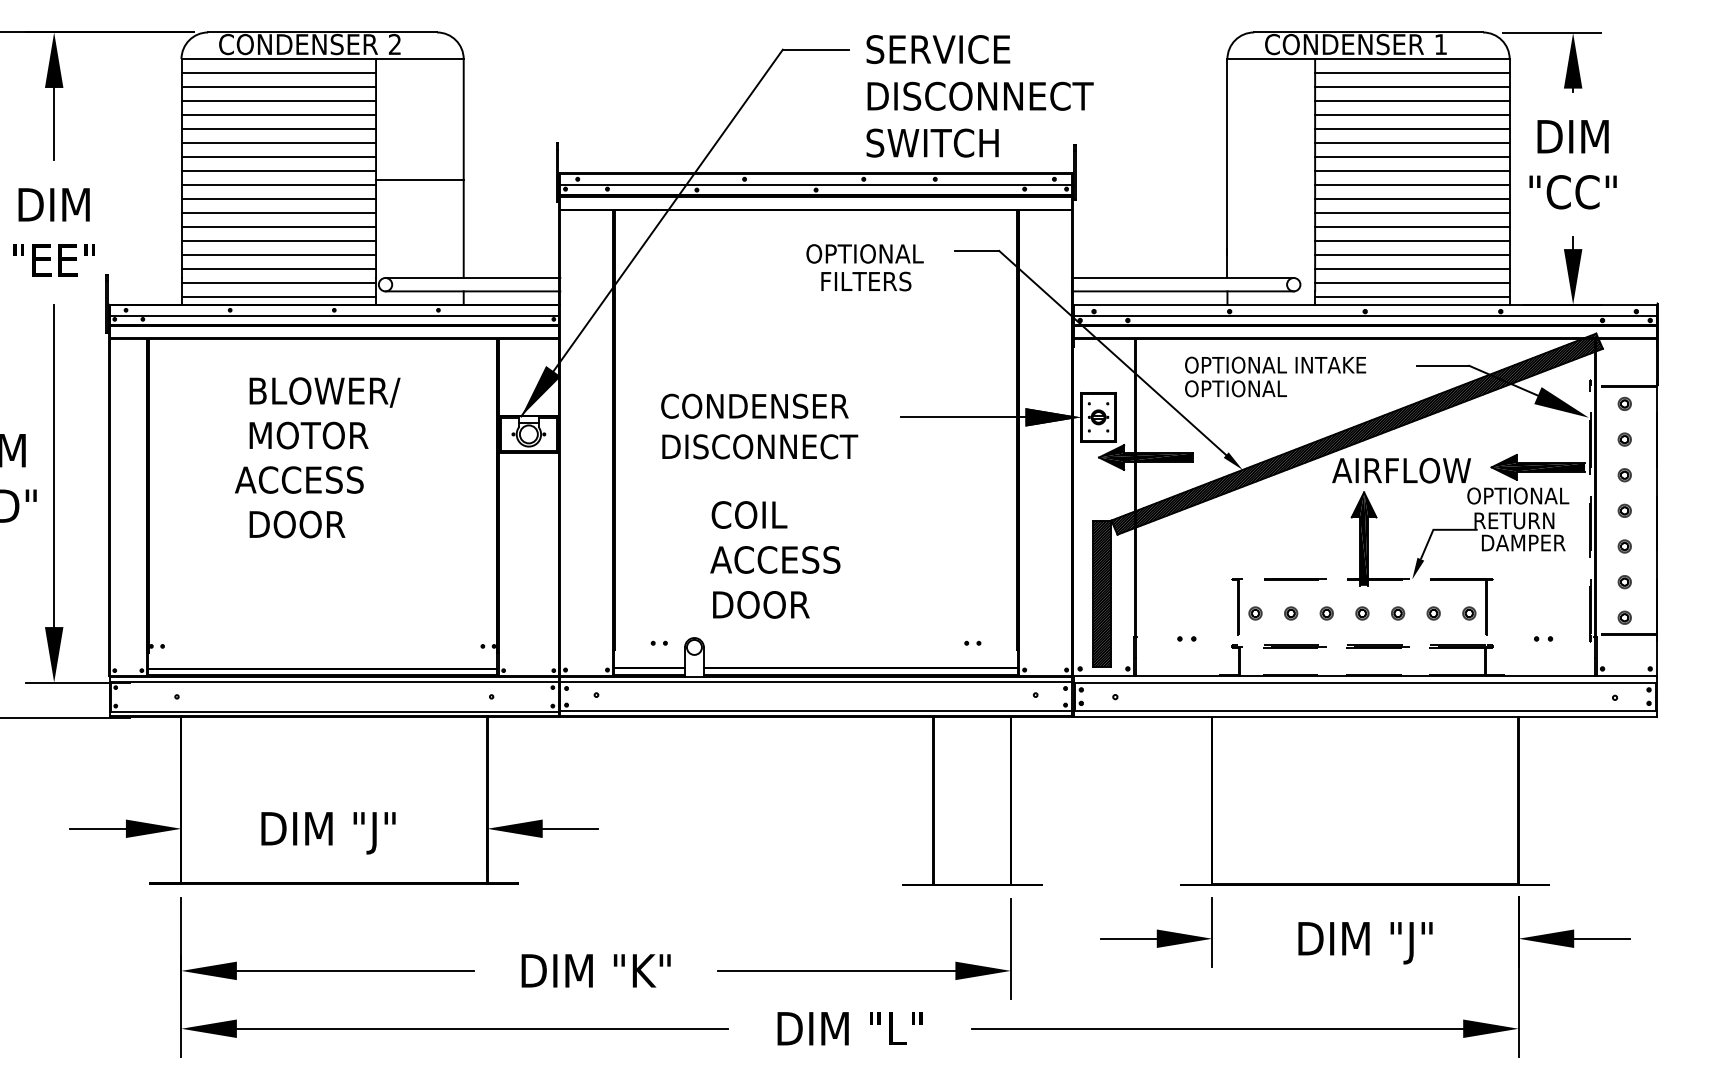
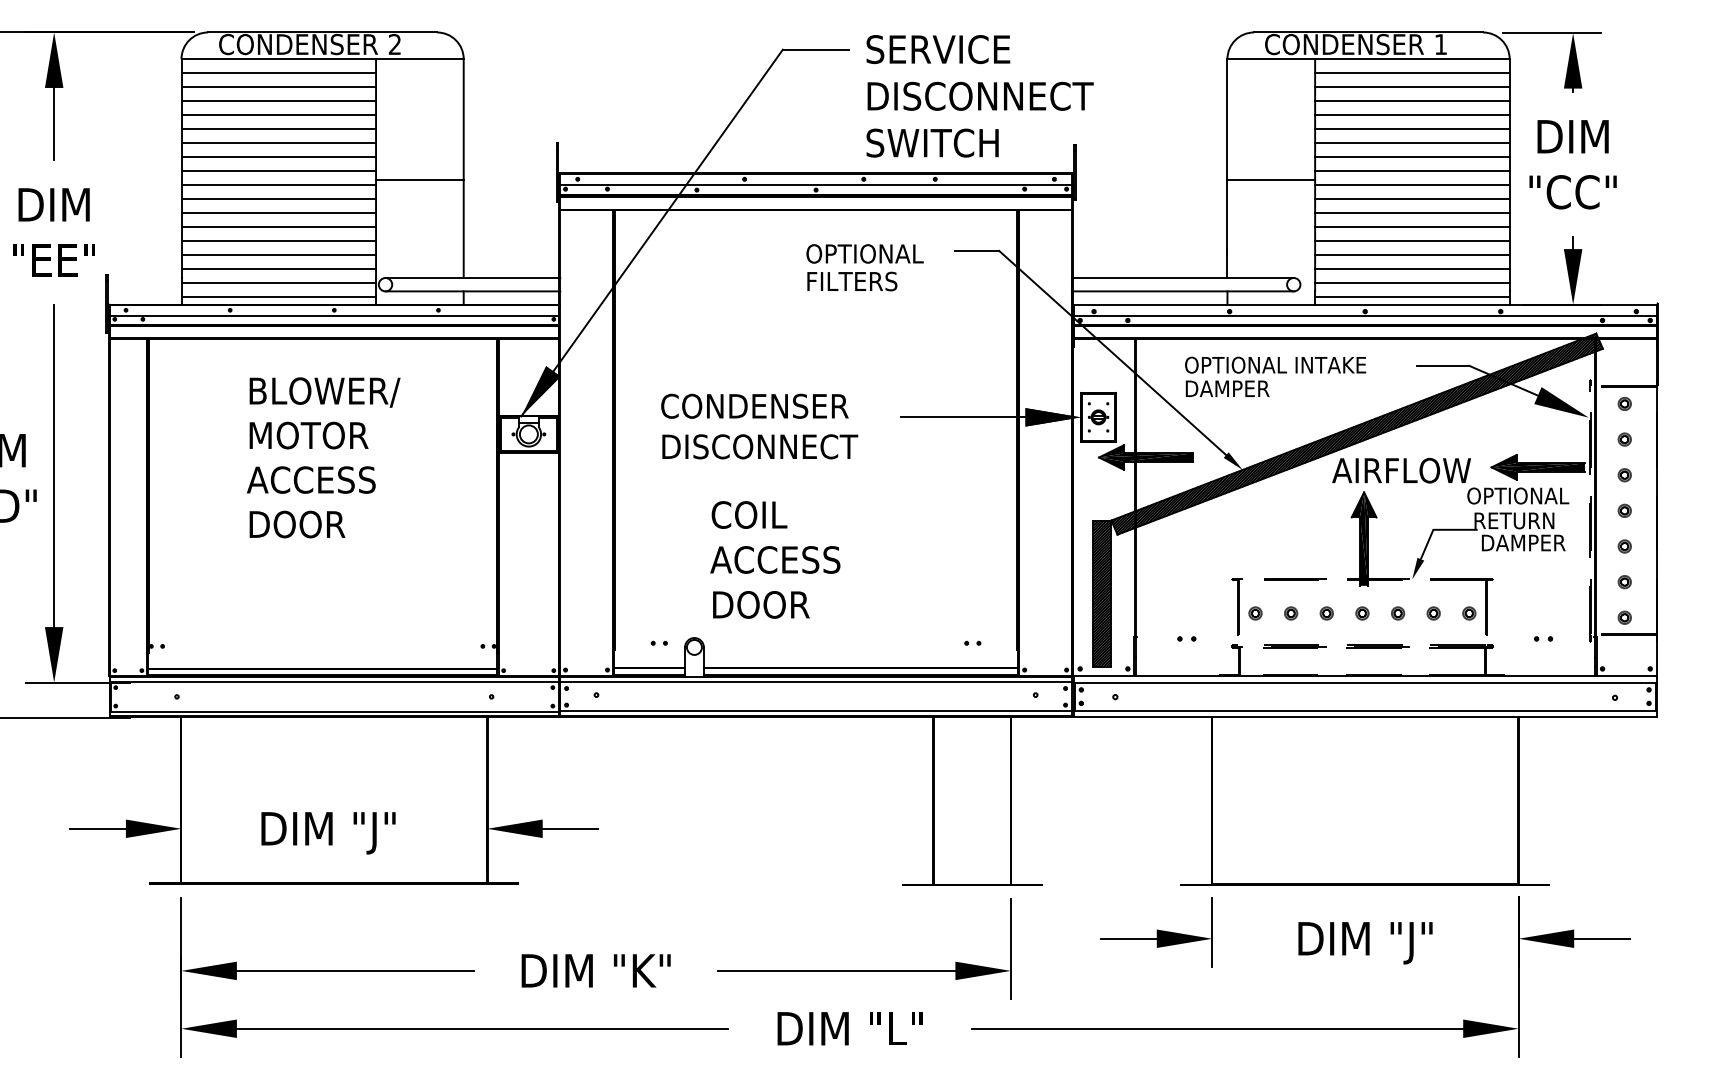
line at (1271, 180): none -> present
text at (866, 281) position: (866, 281) -> (852, 281)
text at (1235, 388): OPTIONAL -> DAMPER
text at (299, 479) position: (299, 479) -> (311, 479)
